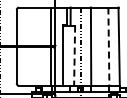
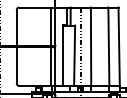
line at (108, 47): dashed -> solid
line at (74, 56): dashed -> solid
